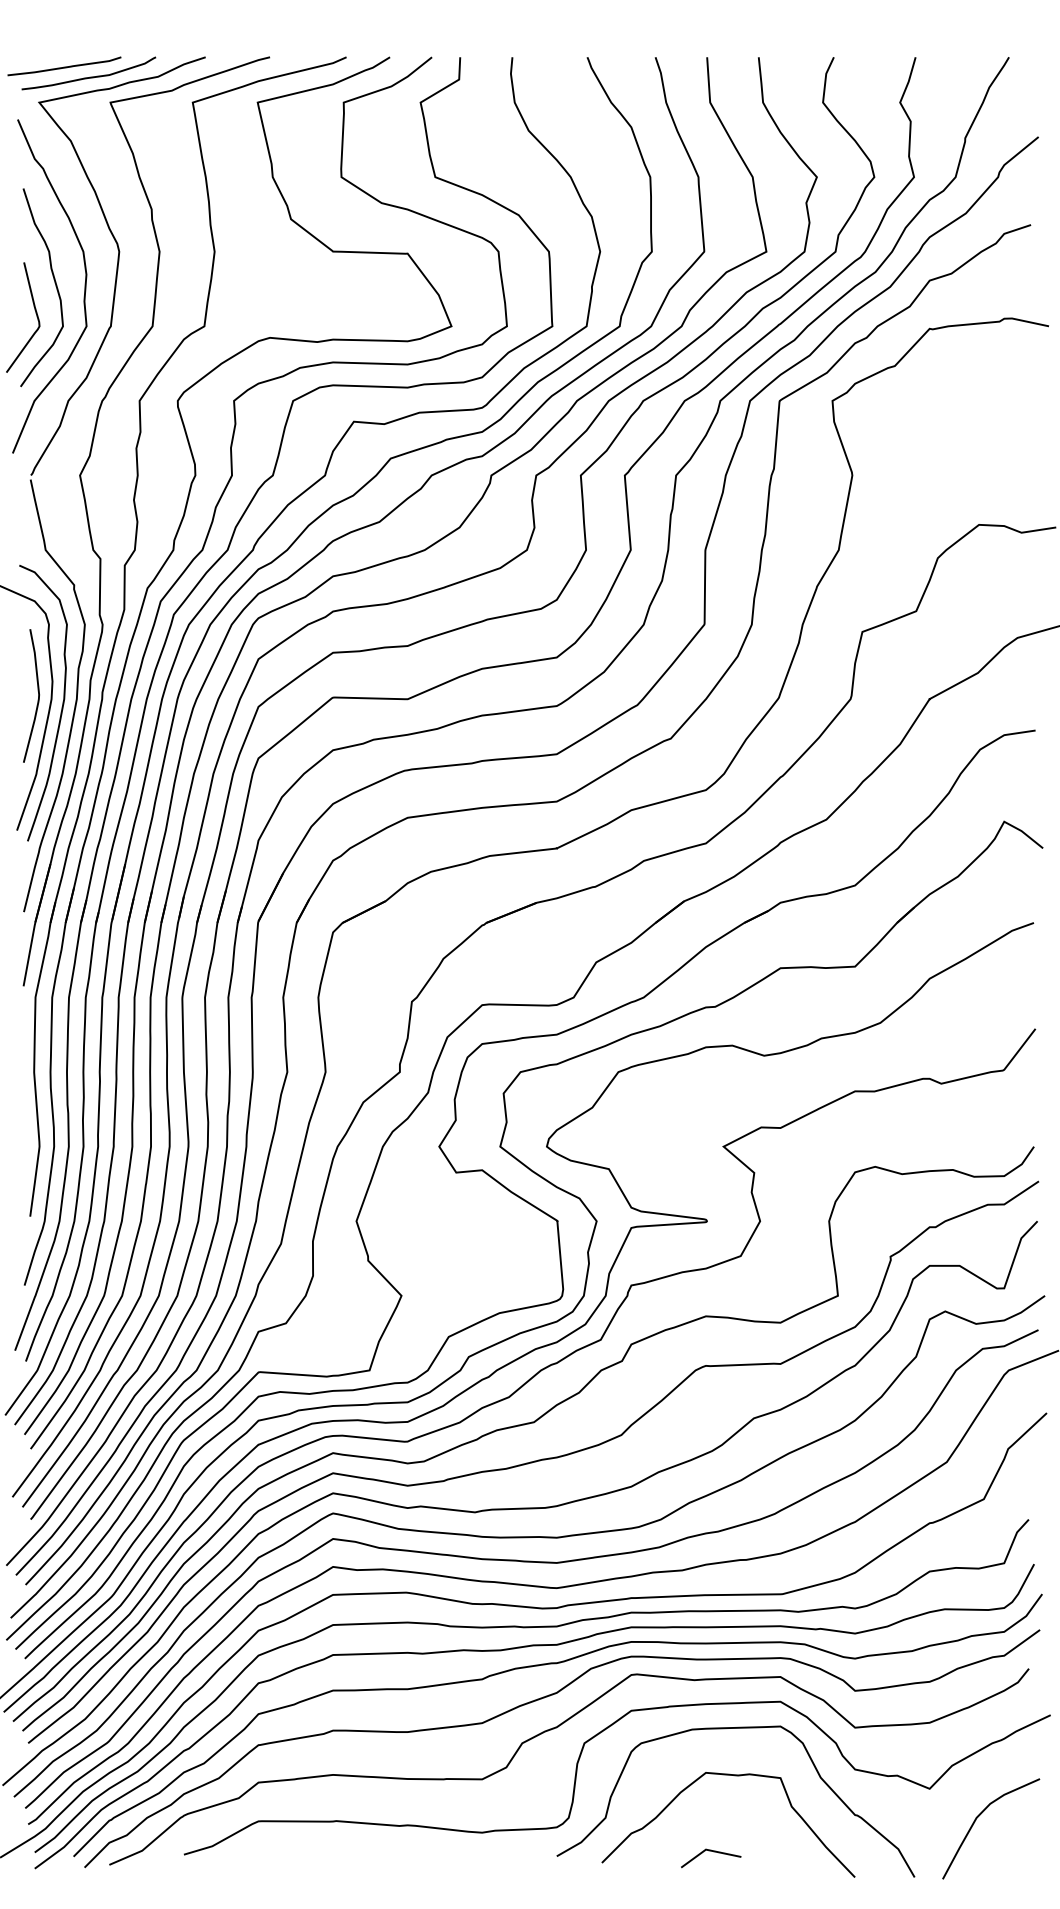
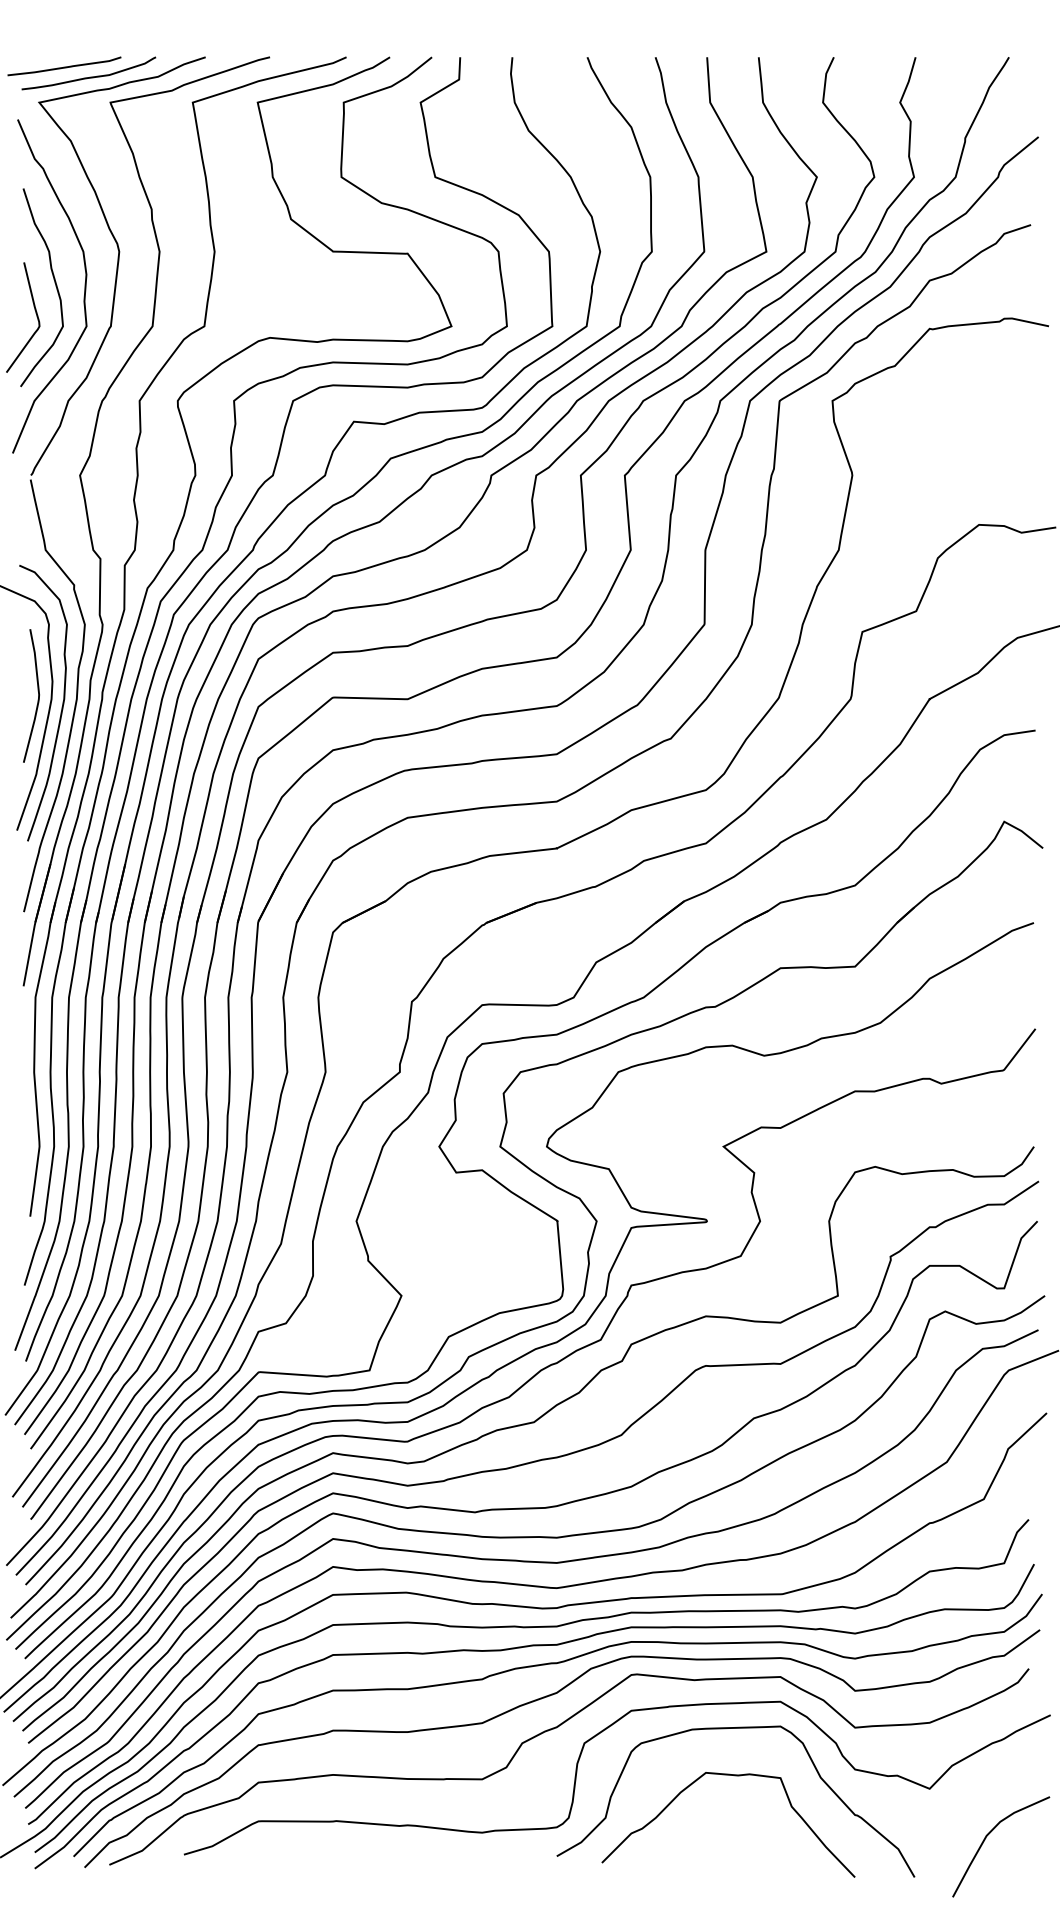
curve at (979, 1816) position: (979, 1816) -> (989, 1834)
line at (713, 1852): present -> none
